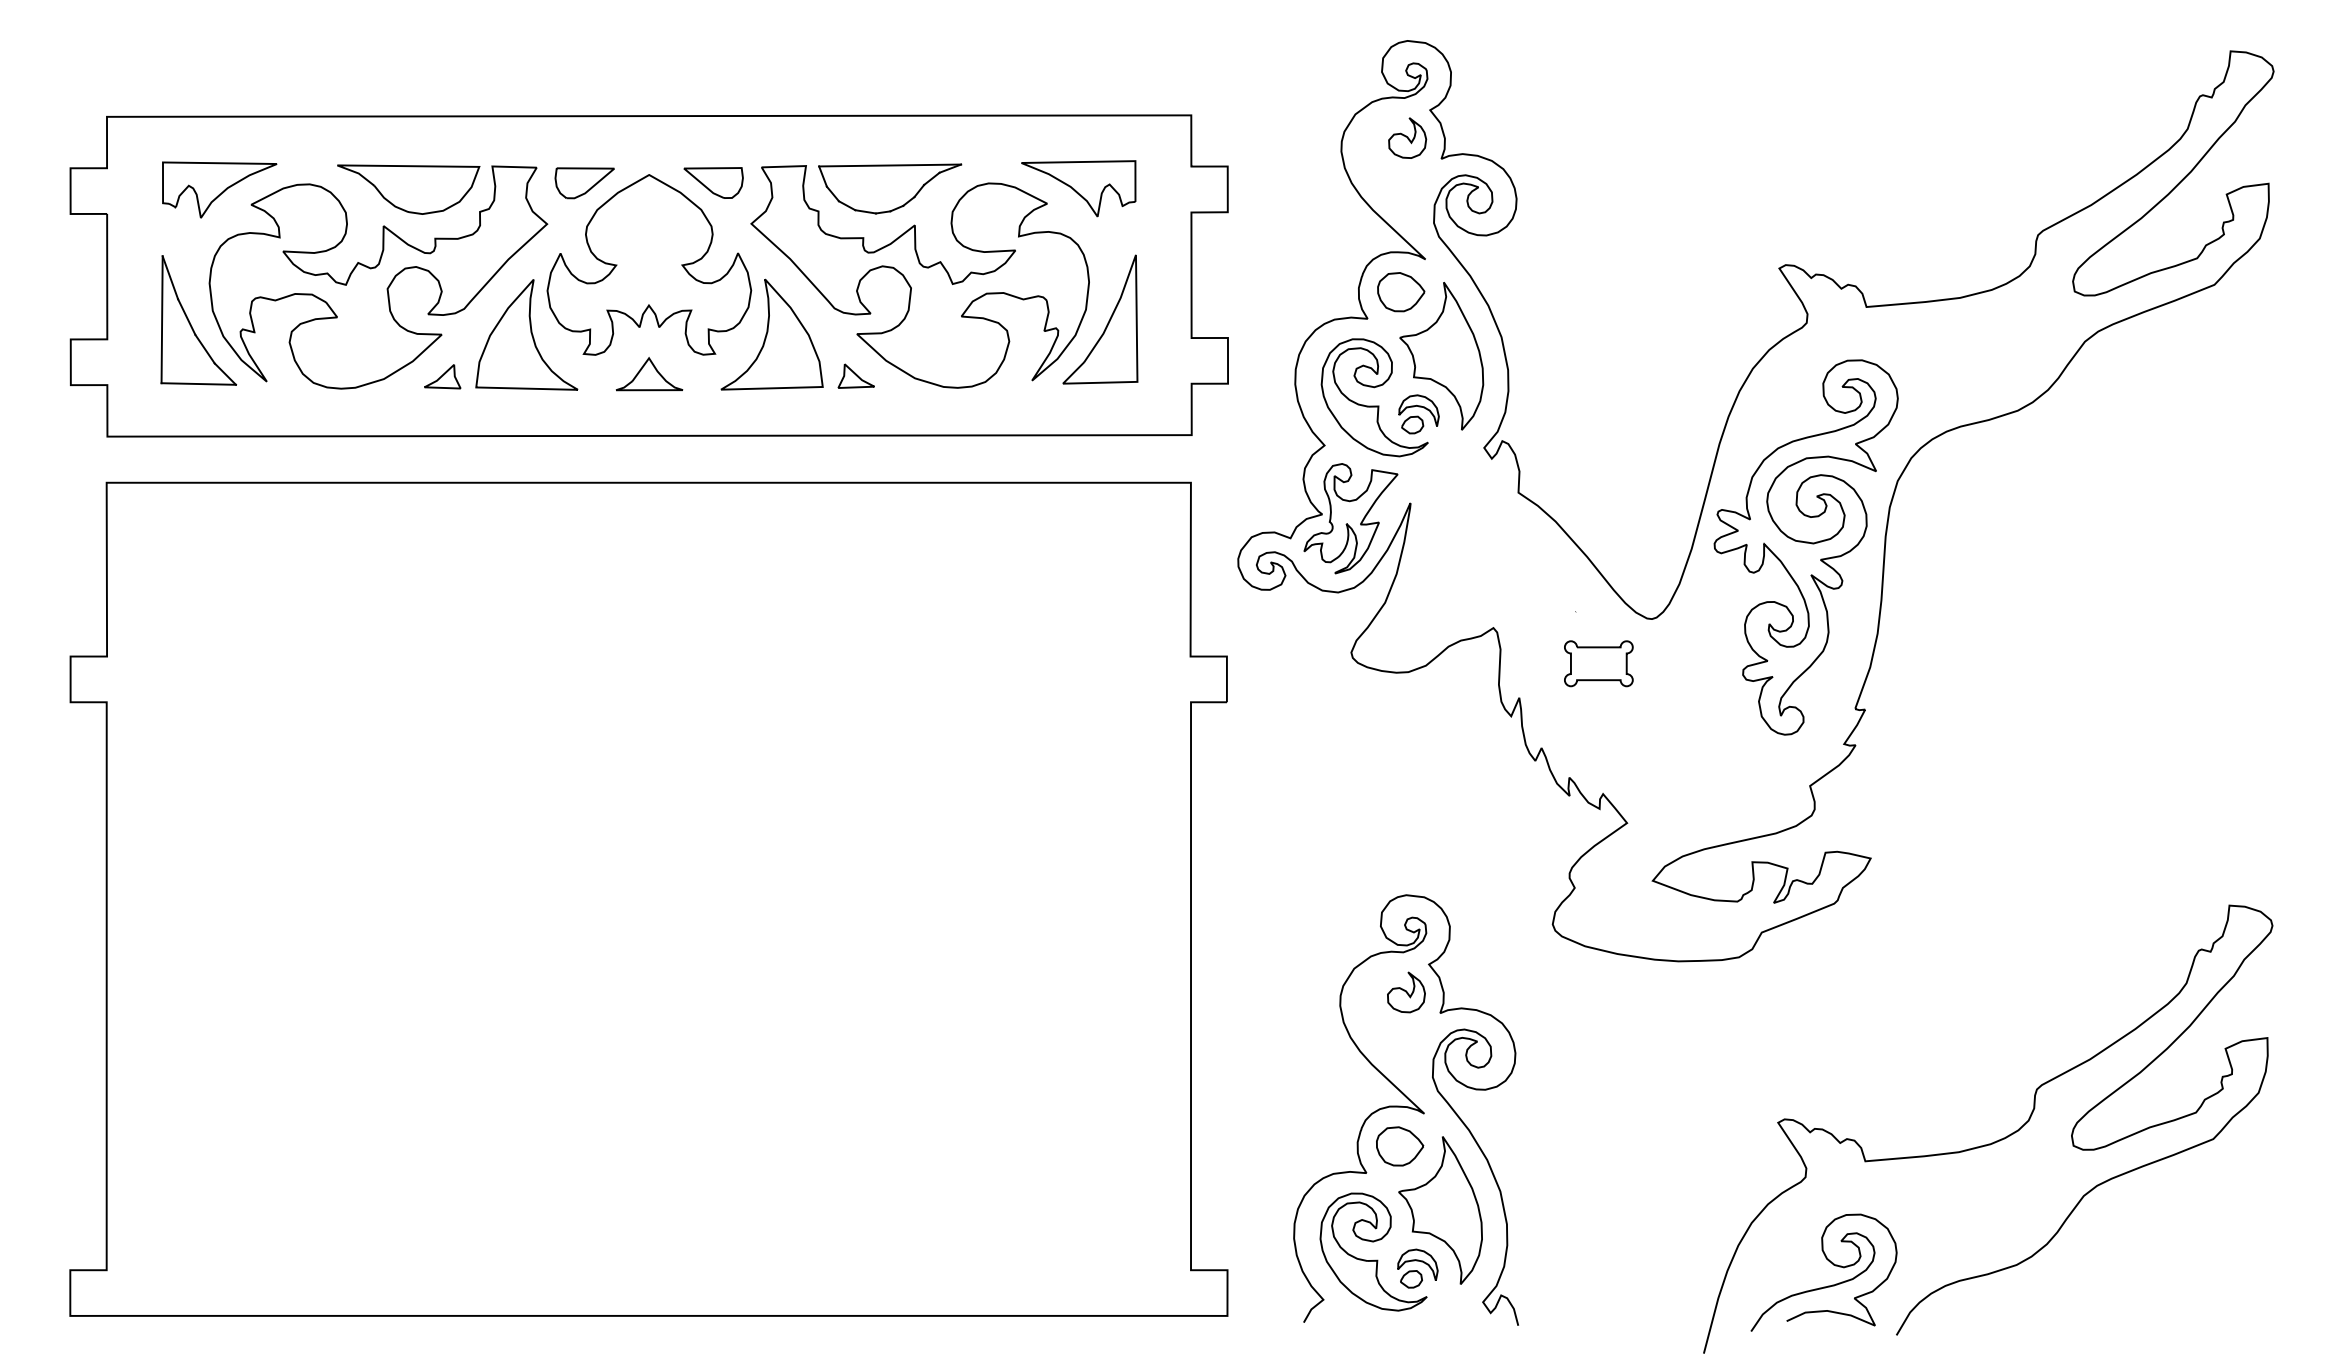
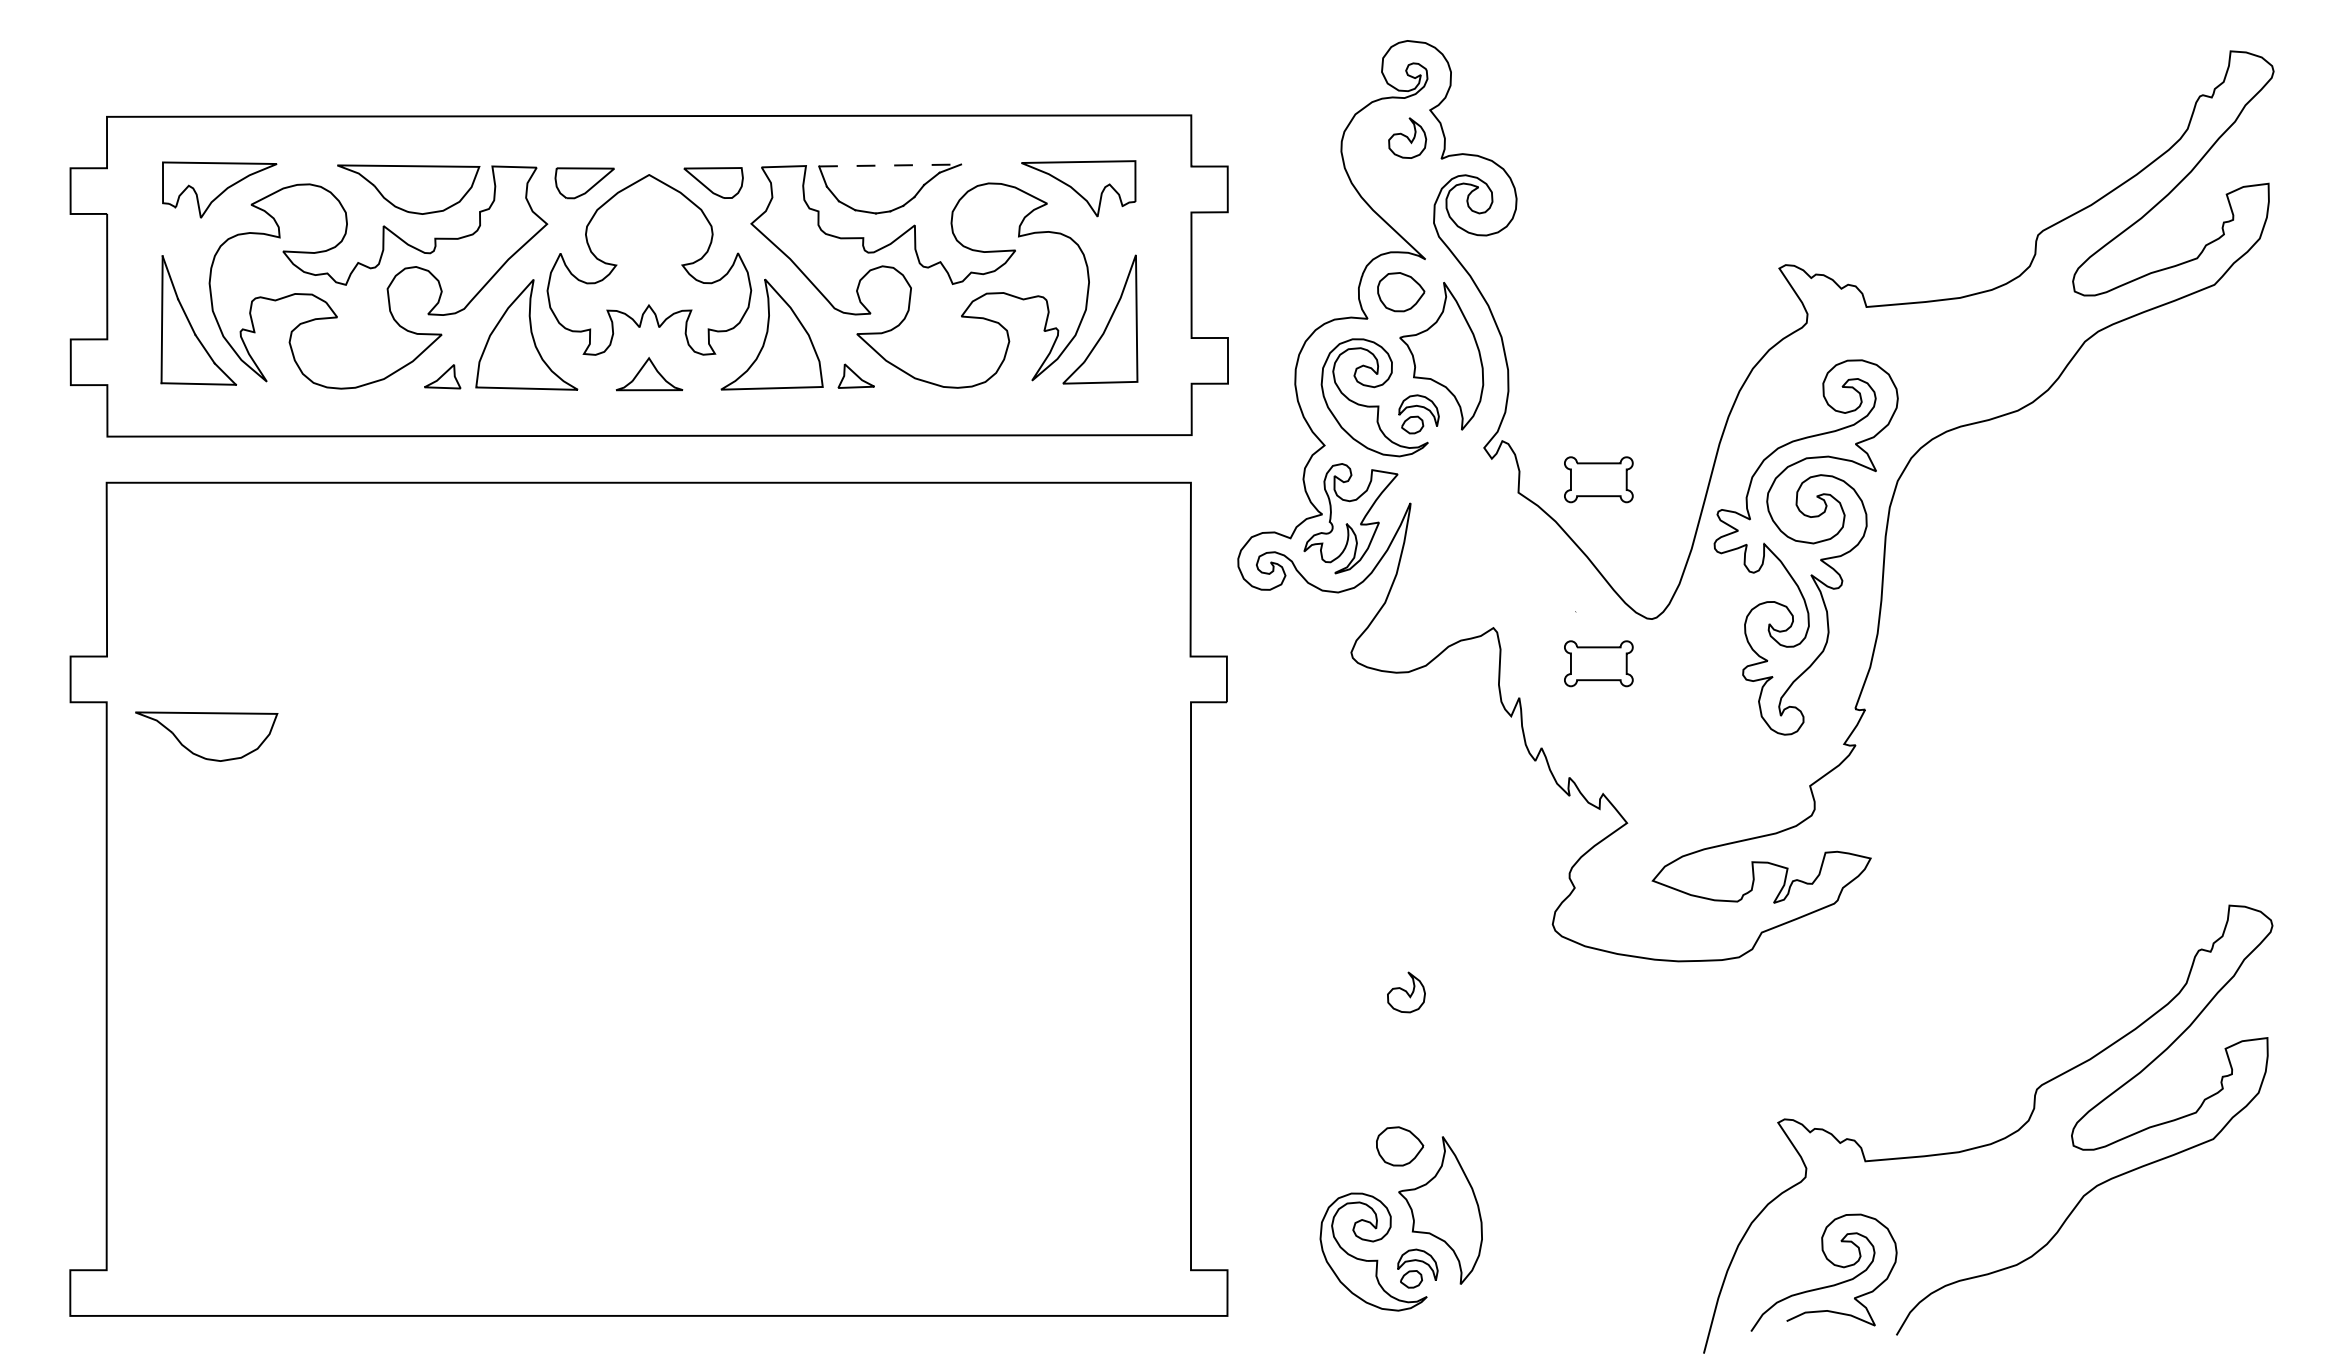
line at (890, 165): solid -> dashed
part at (1598, 479): none -> present
part at (206, 736): none -> present
curve at (1405, 1107): present -> none
